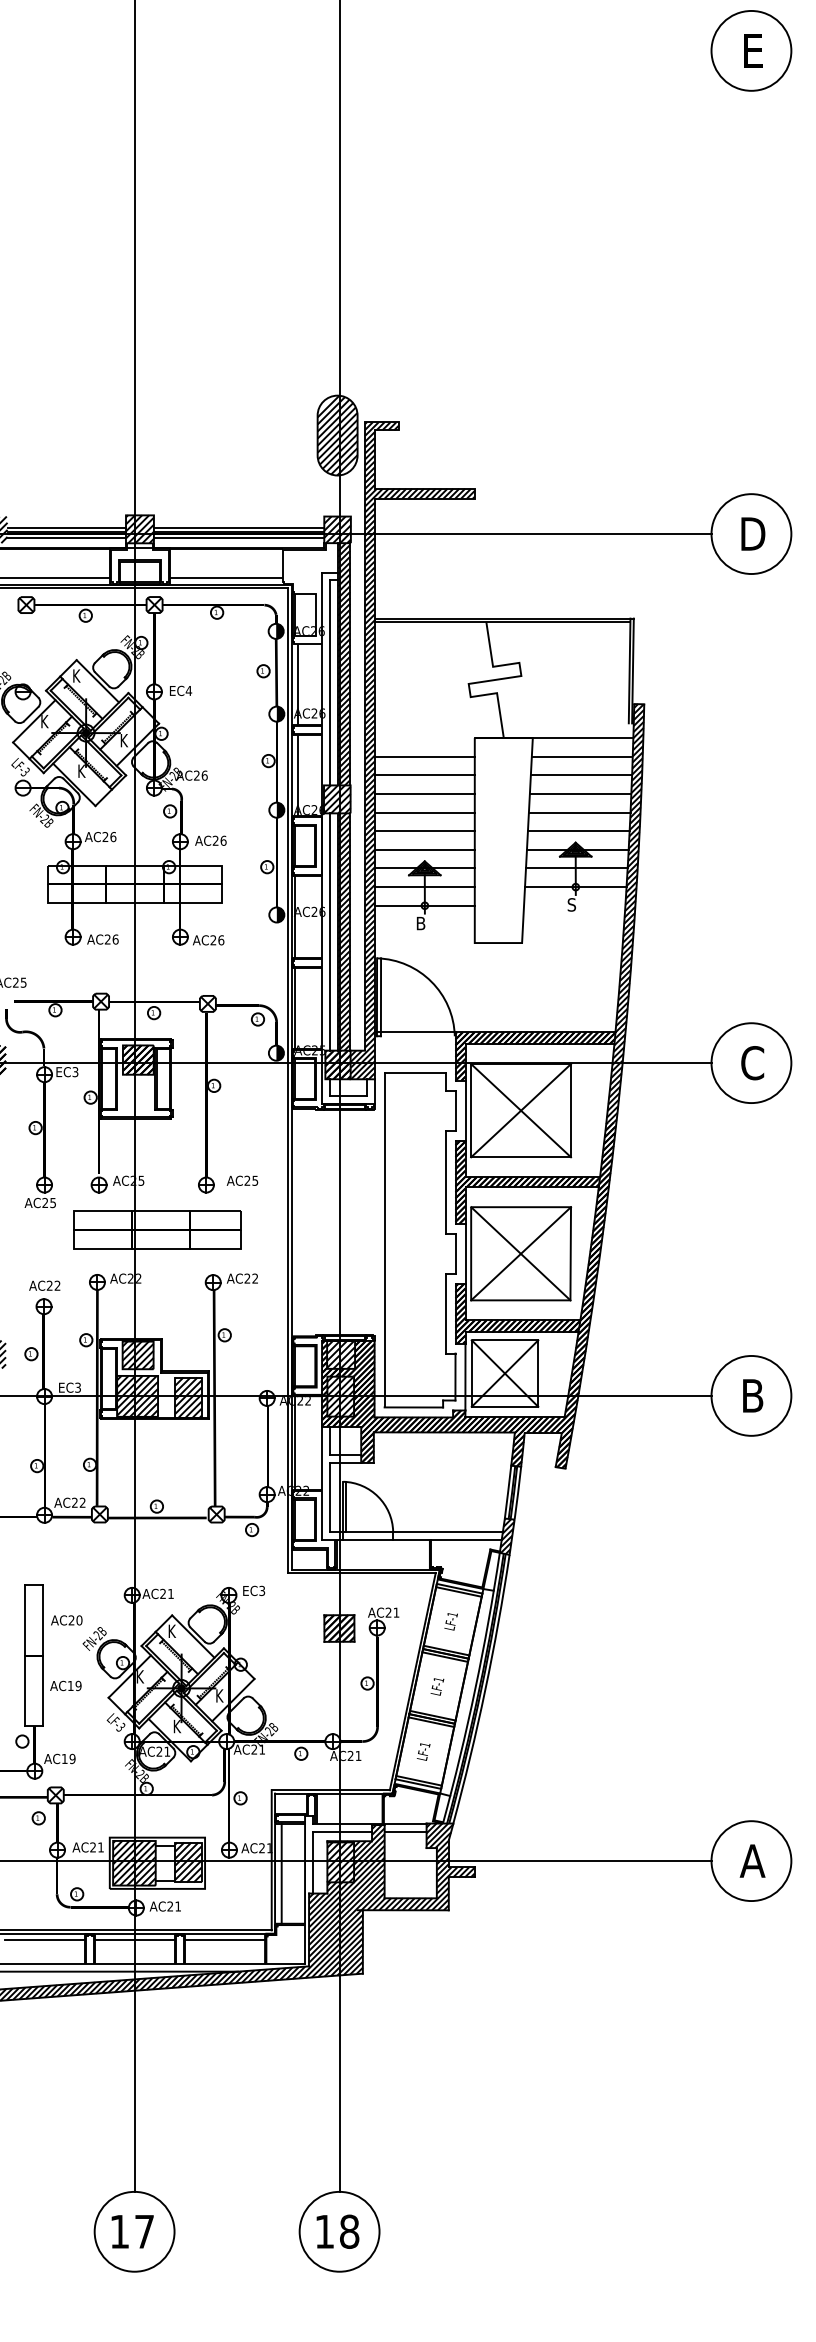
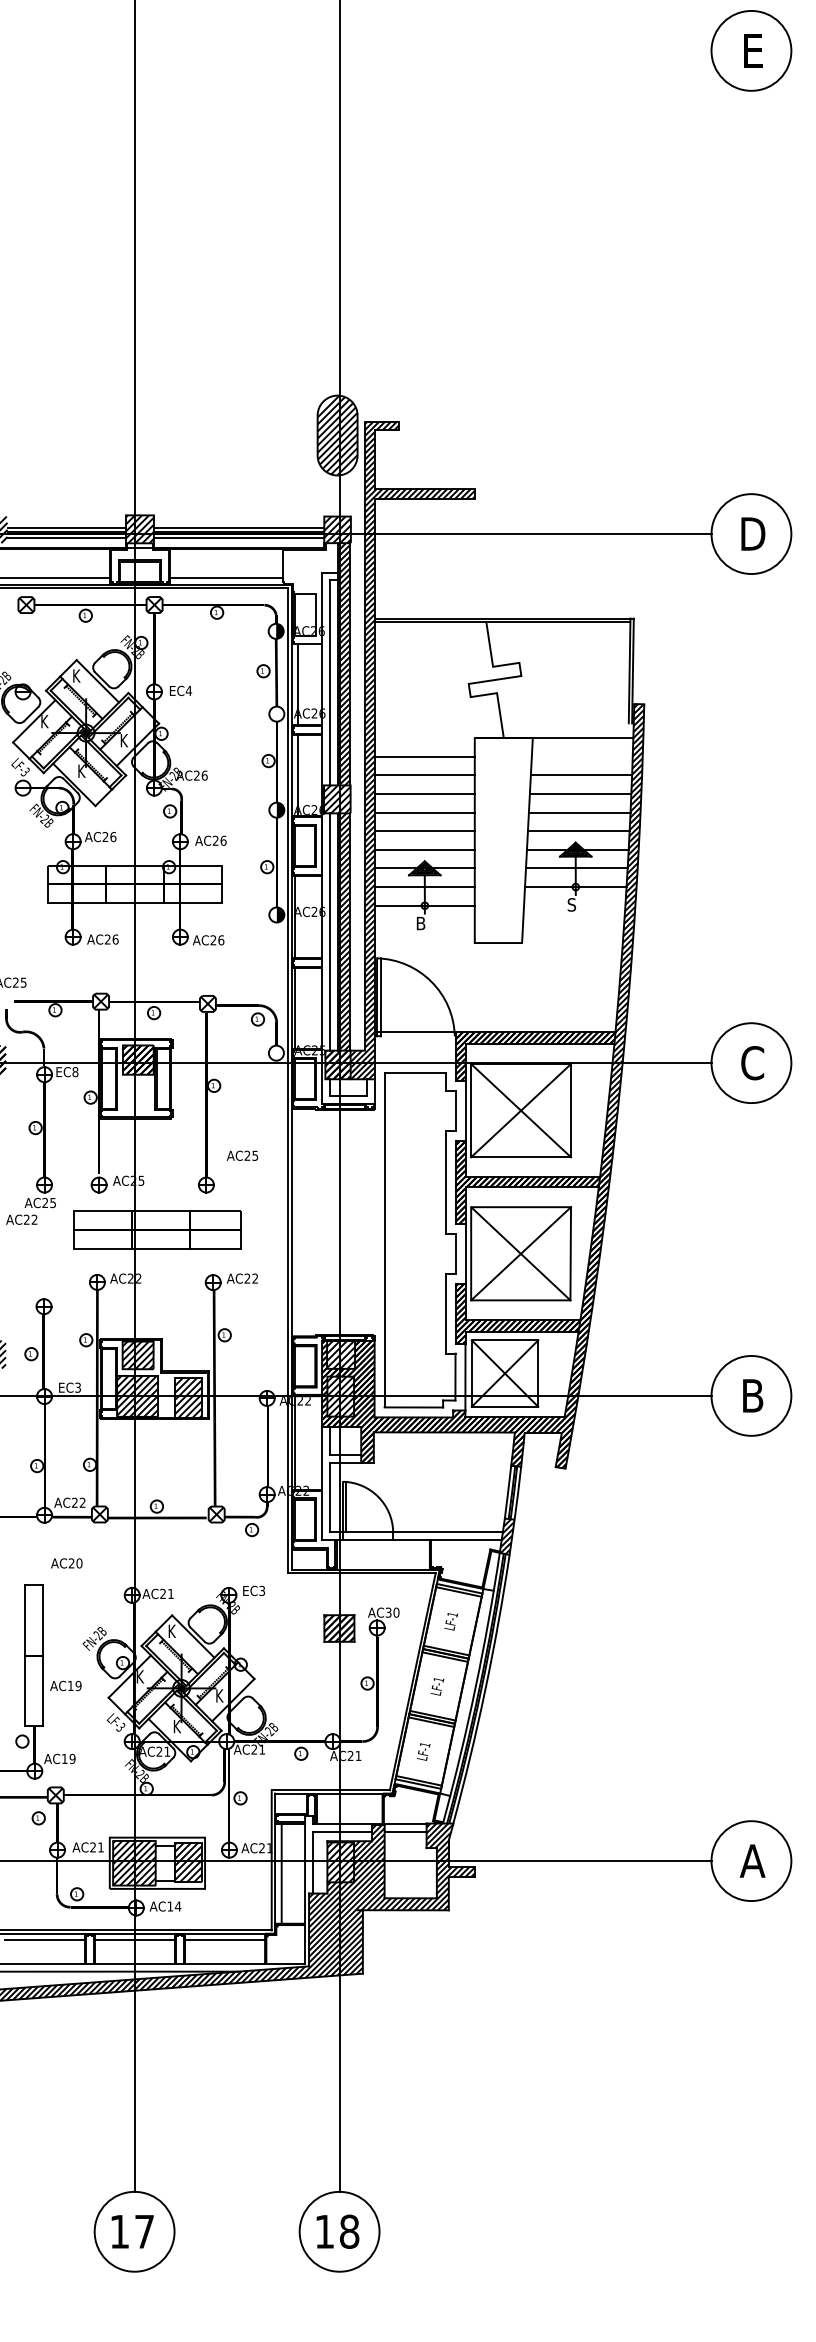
fill at (280, 713): present -> none
line at (581, 756): present -> none
fill at (279, 1052): present -> none
text at (75, 1072): EC3 -> EC8
text at (242, 1180) position: (242, 1180) -> (242, 1155)
text at (44, 1285) position: (44, 1285) -> (21, 1219)
text at (392, 1612): AC21 -> AC30
text at (66, 1620) position: (66, 1620) -> (66, 1563)
text at (174, 1906): AC21 -> AC14
